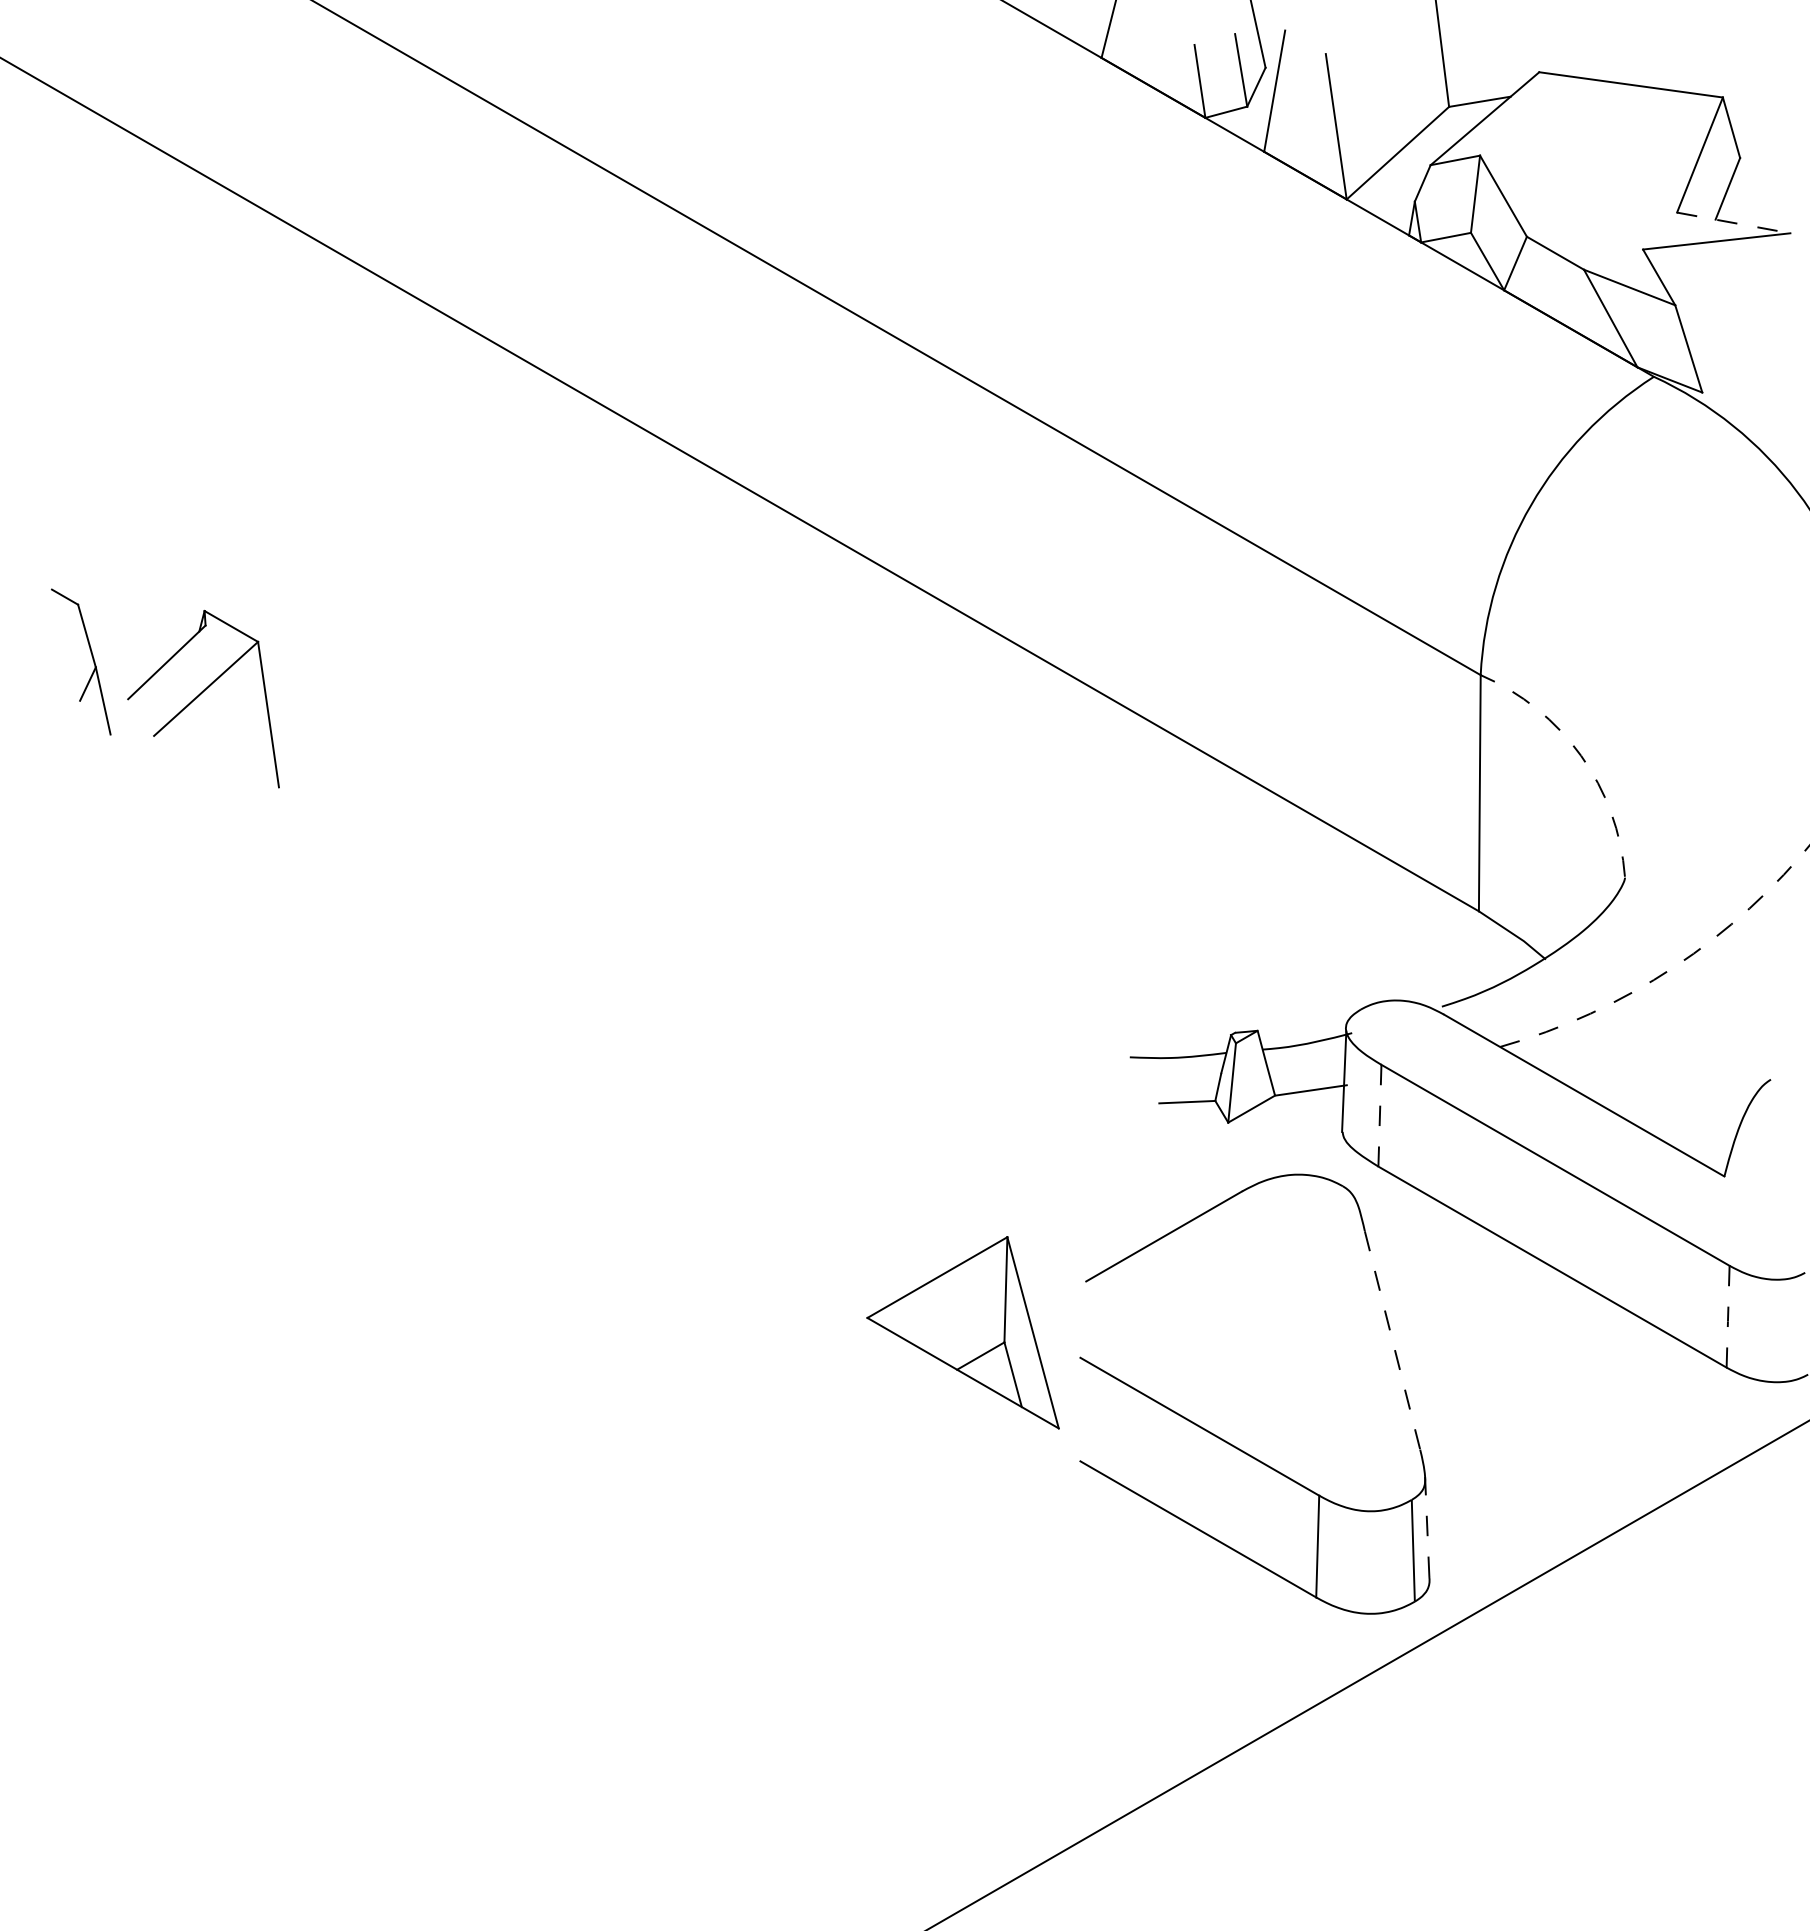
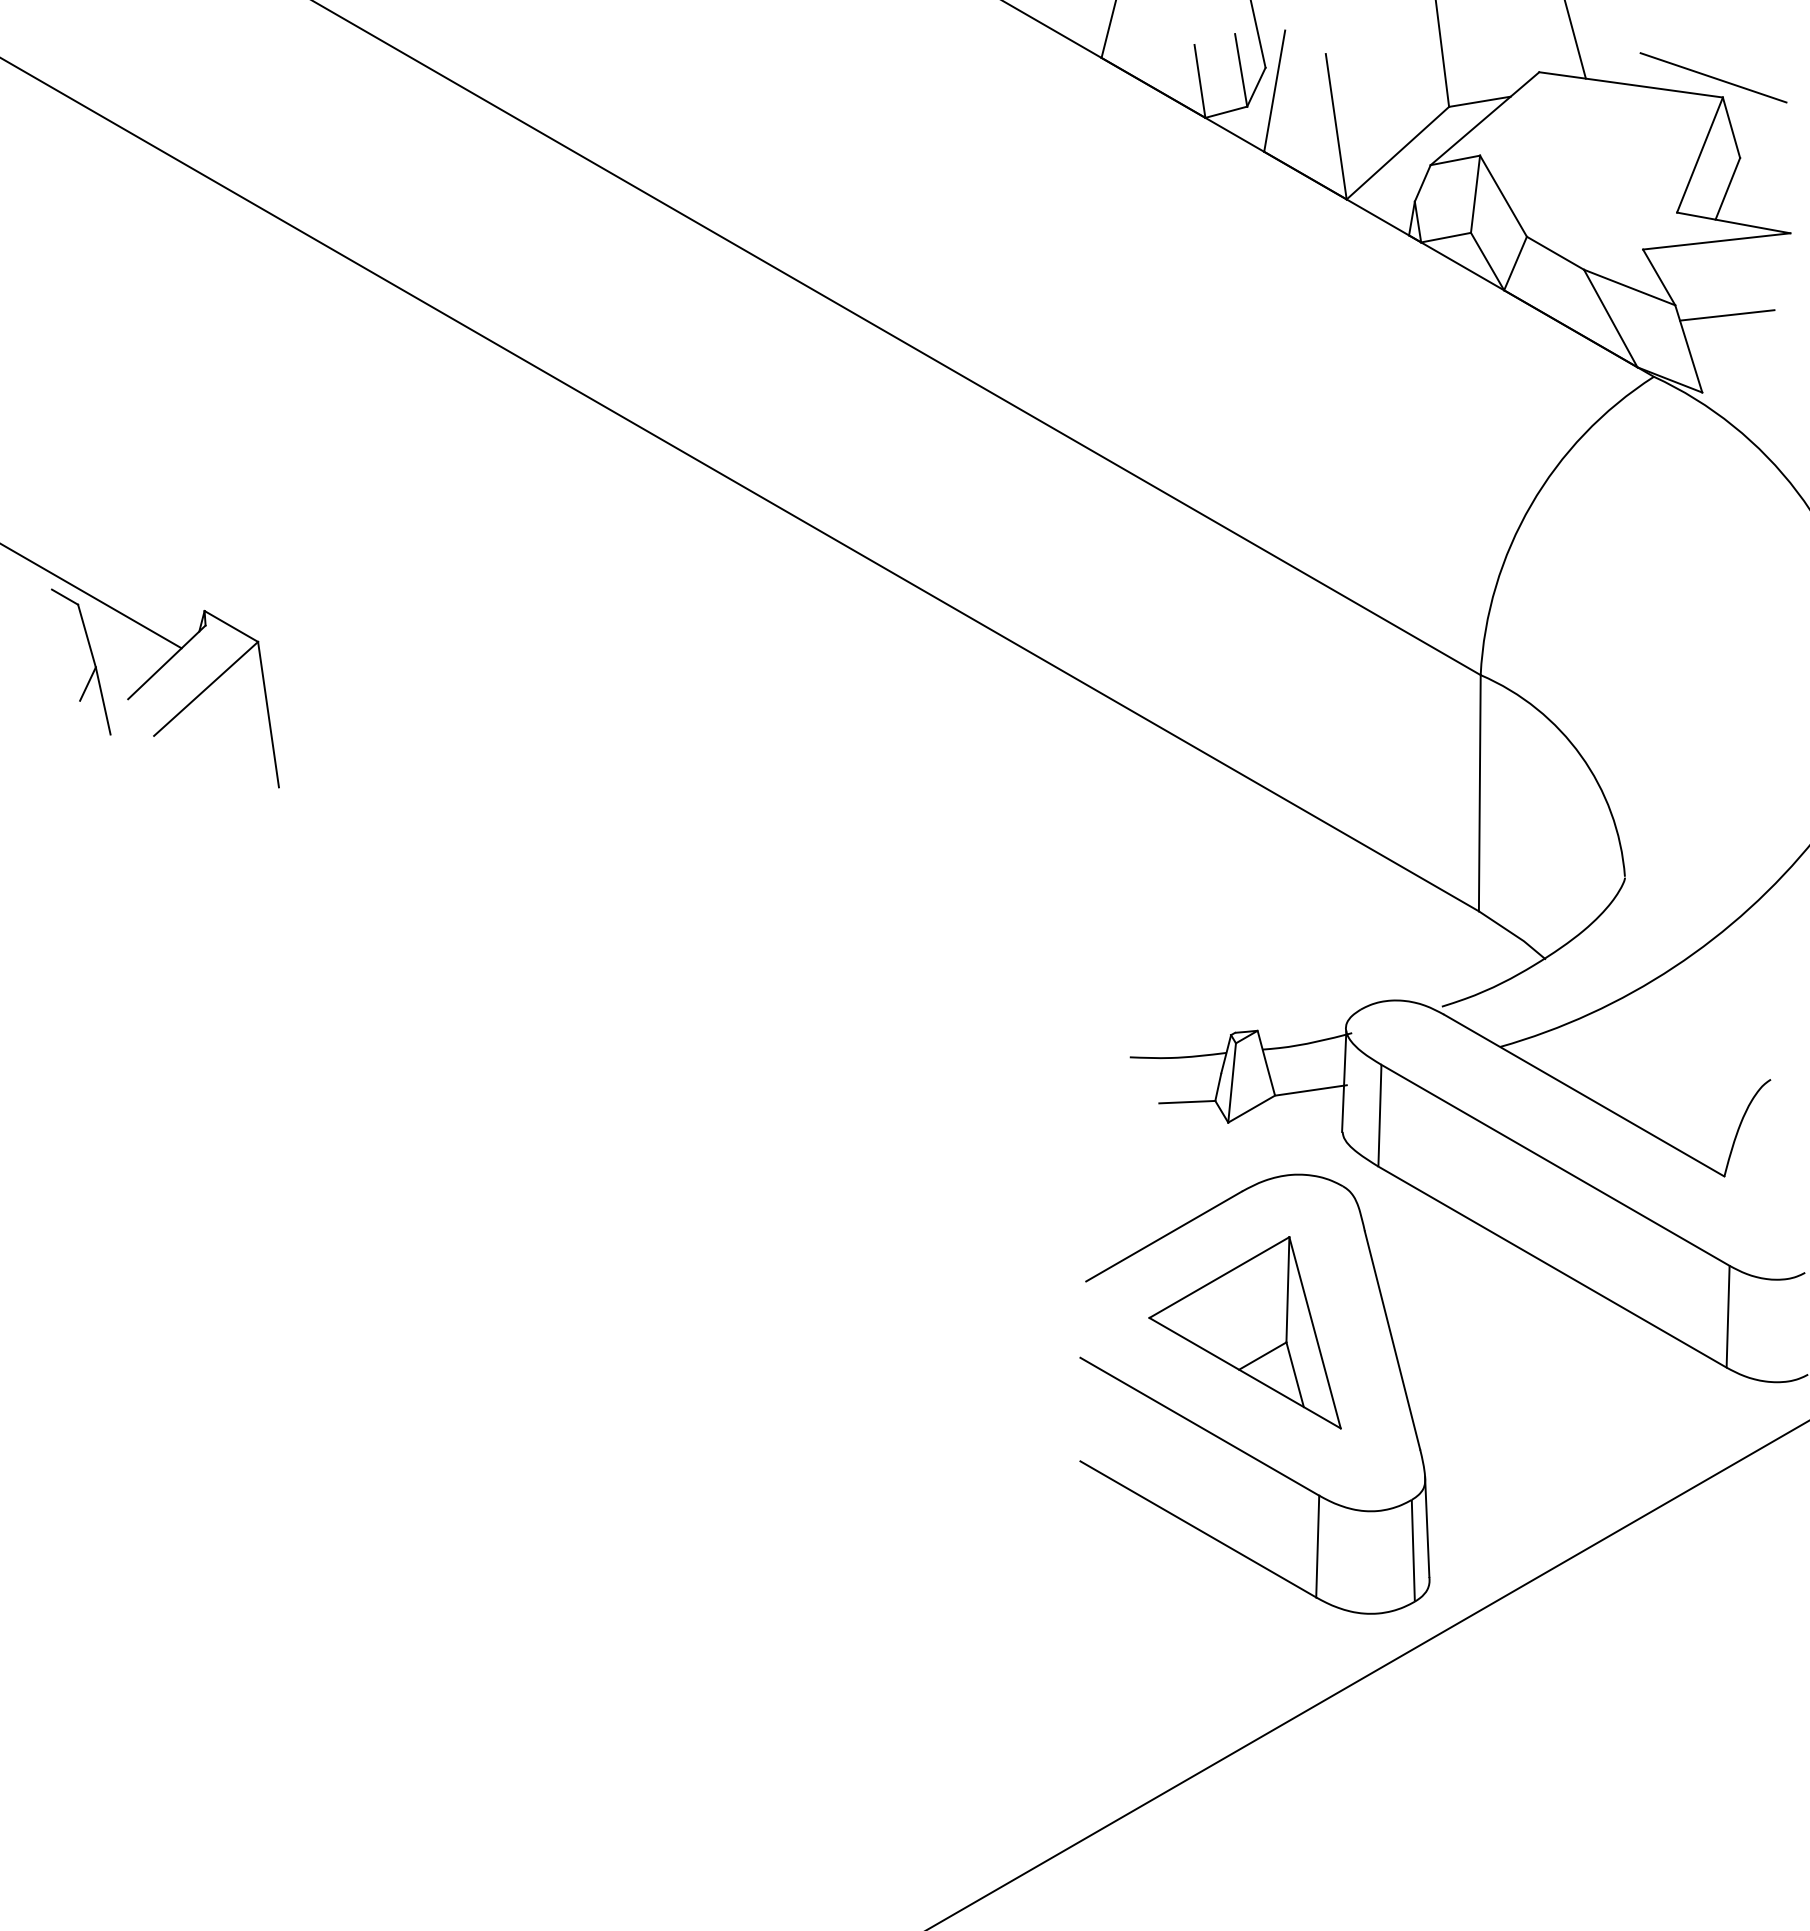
line at (1575, 40): none -> present
line at (1713, 77): none -> present
line at (1733, 222): dashed -> solid
line at (1727, 315): none -> present
line at (91, 596): none -> present
arc at (1581, 755): dashed -> solid
arc at (1670, 969): dashed -> solid
line at (1379, 1116): dashed -> solid
line at (1728, 1317): dashed -> solid
part at (962, 1332) position: (962, 1332) -> (1244, 1332)
line at (1392, 1340): dashed -> solid
line at (1427, 1526): dashed -> solid
